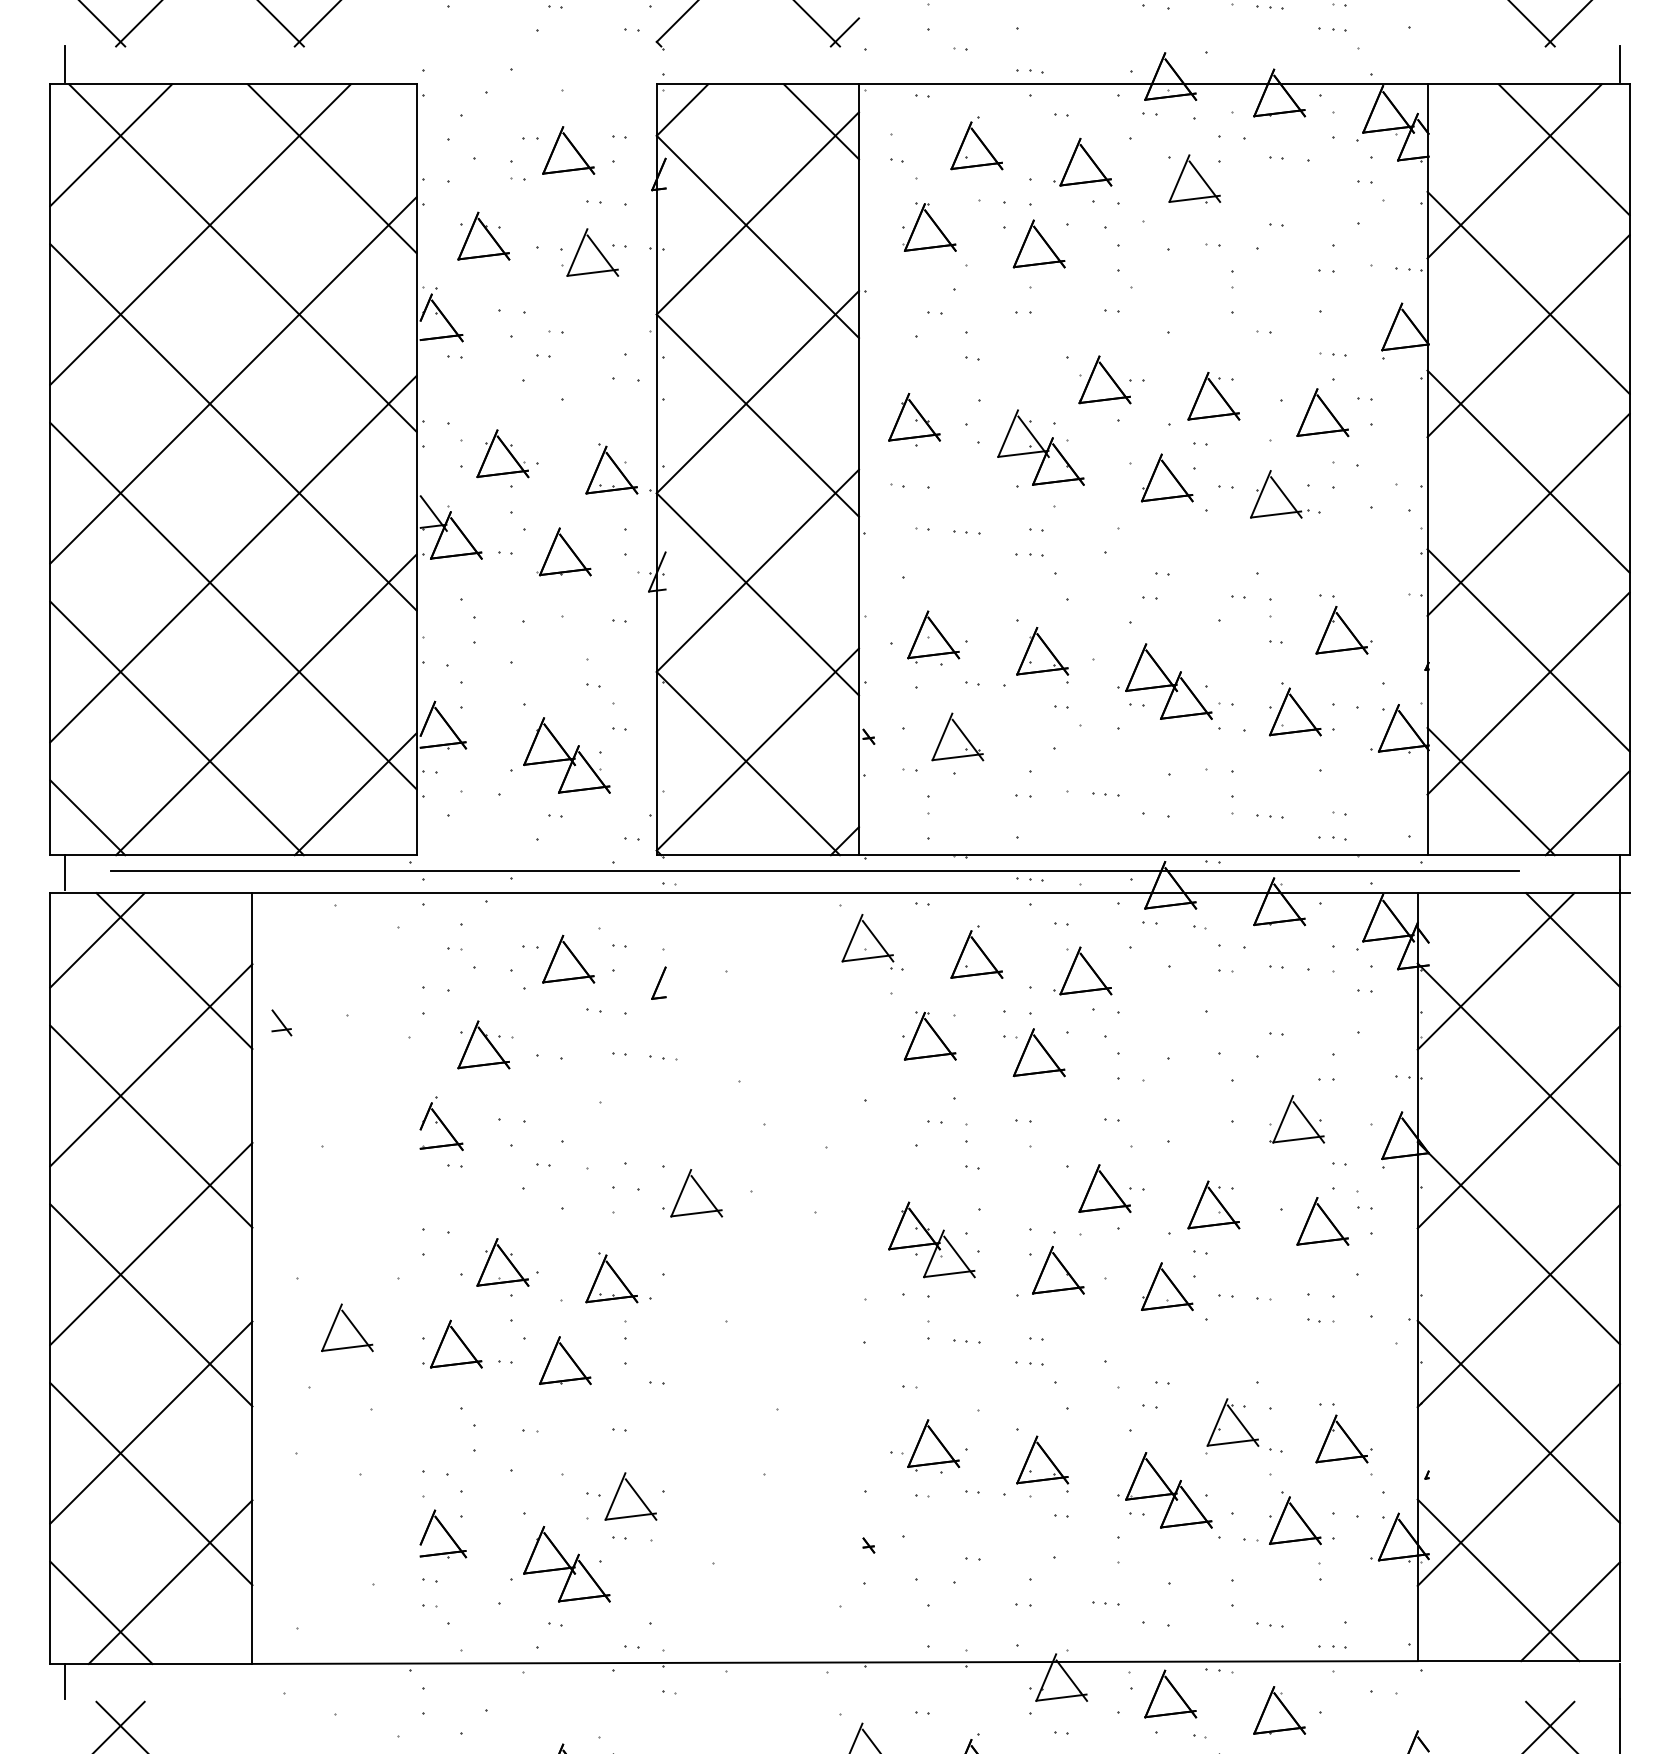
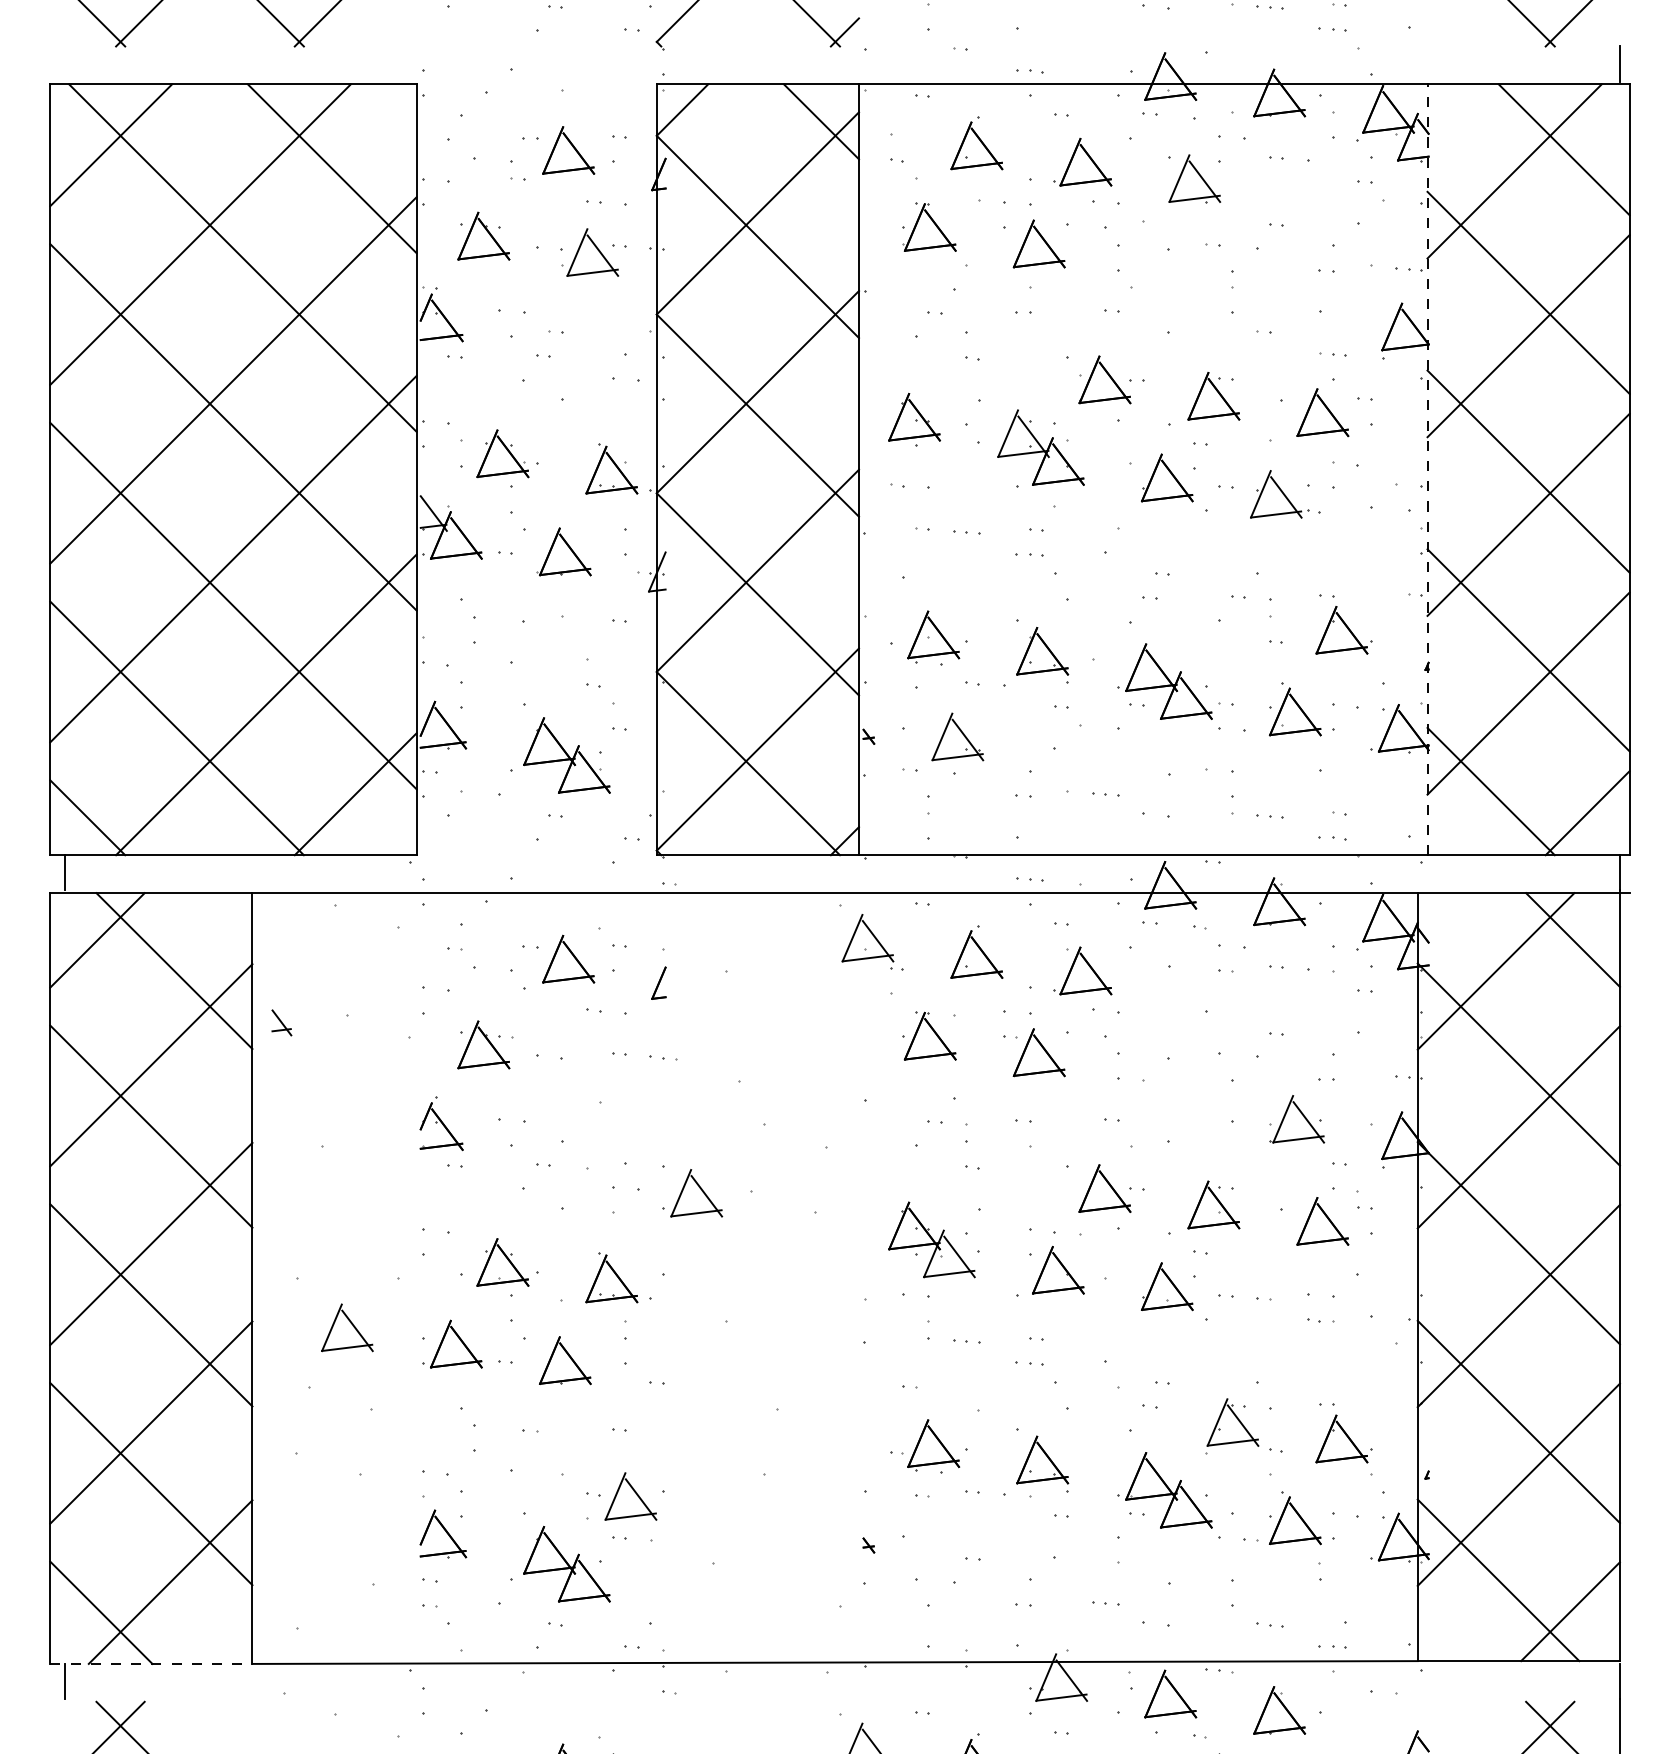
line at (64, 63): present -> none
line at (1427, 469): solid -> dashed
line at (814, 871): present -> none
line at (151, 1663): solid -> dashed
